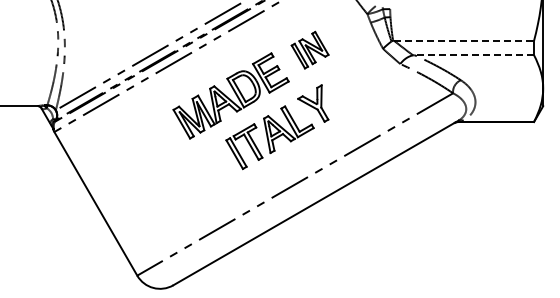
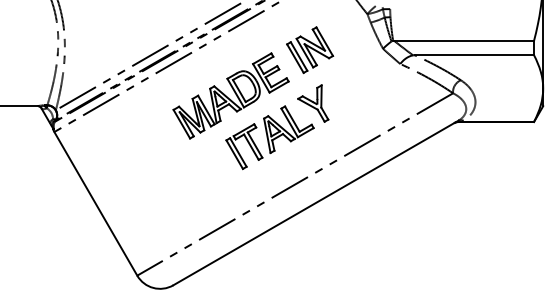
line at (464, 40): dashed -> solid
part at (309, 49) size: 40x40 px -> 49x49 px
line at (474, 55): dashed -> solid
